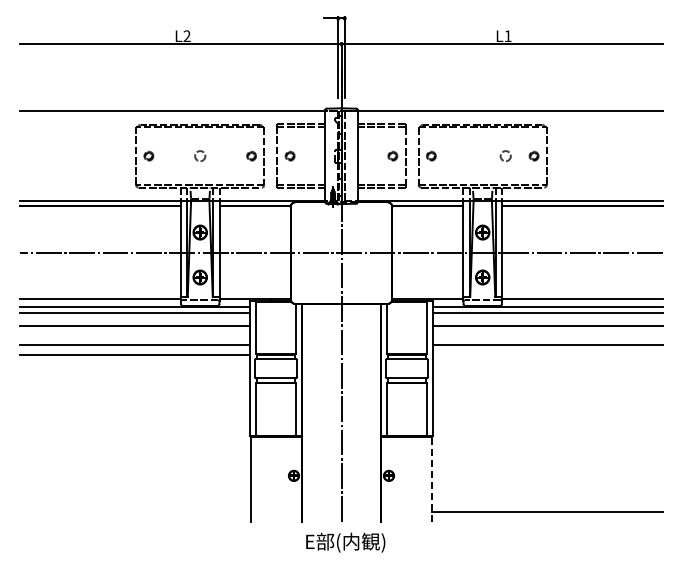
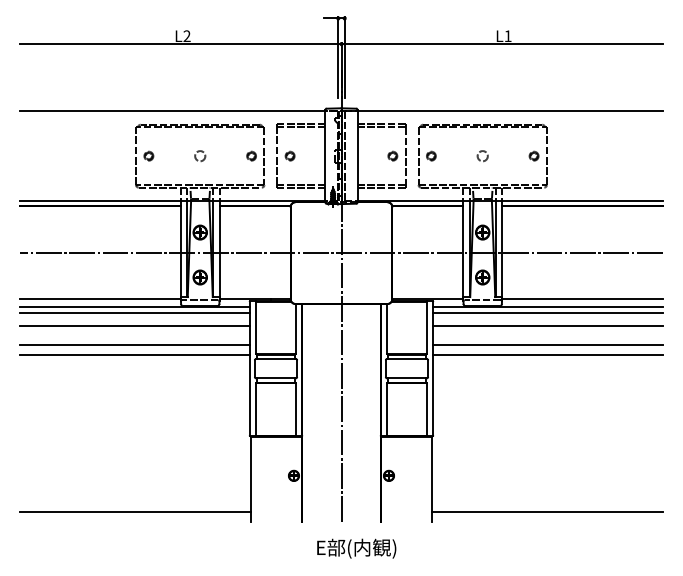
circle at (505, 156) position: (505, 156) -> (482, 156)
line at (547, 355): none -> present
line at (432, 479): dashed -> solid
line at (135, 511): none -> present
text at (345, 542) position: (345, 542) -> (356, 548)
